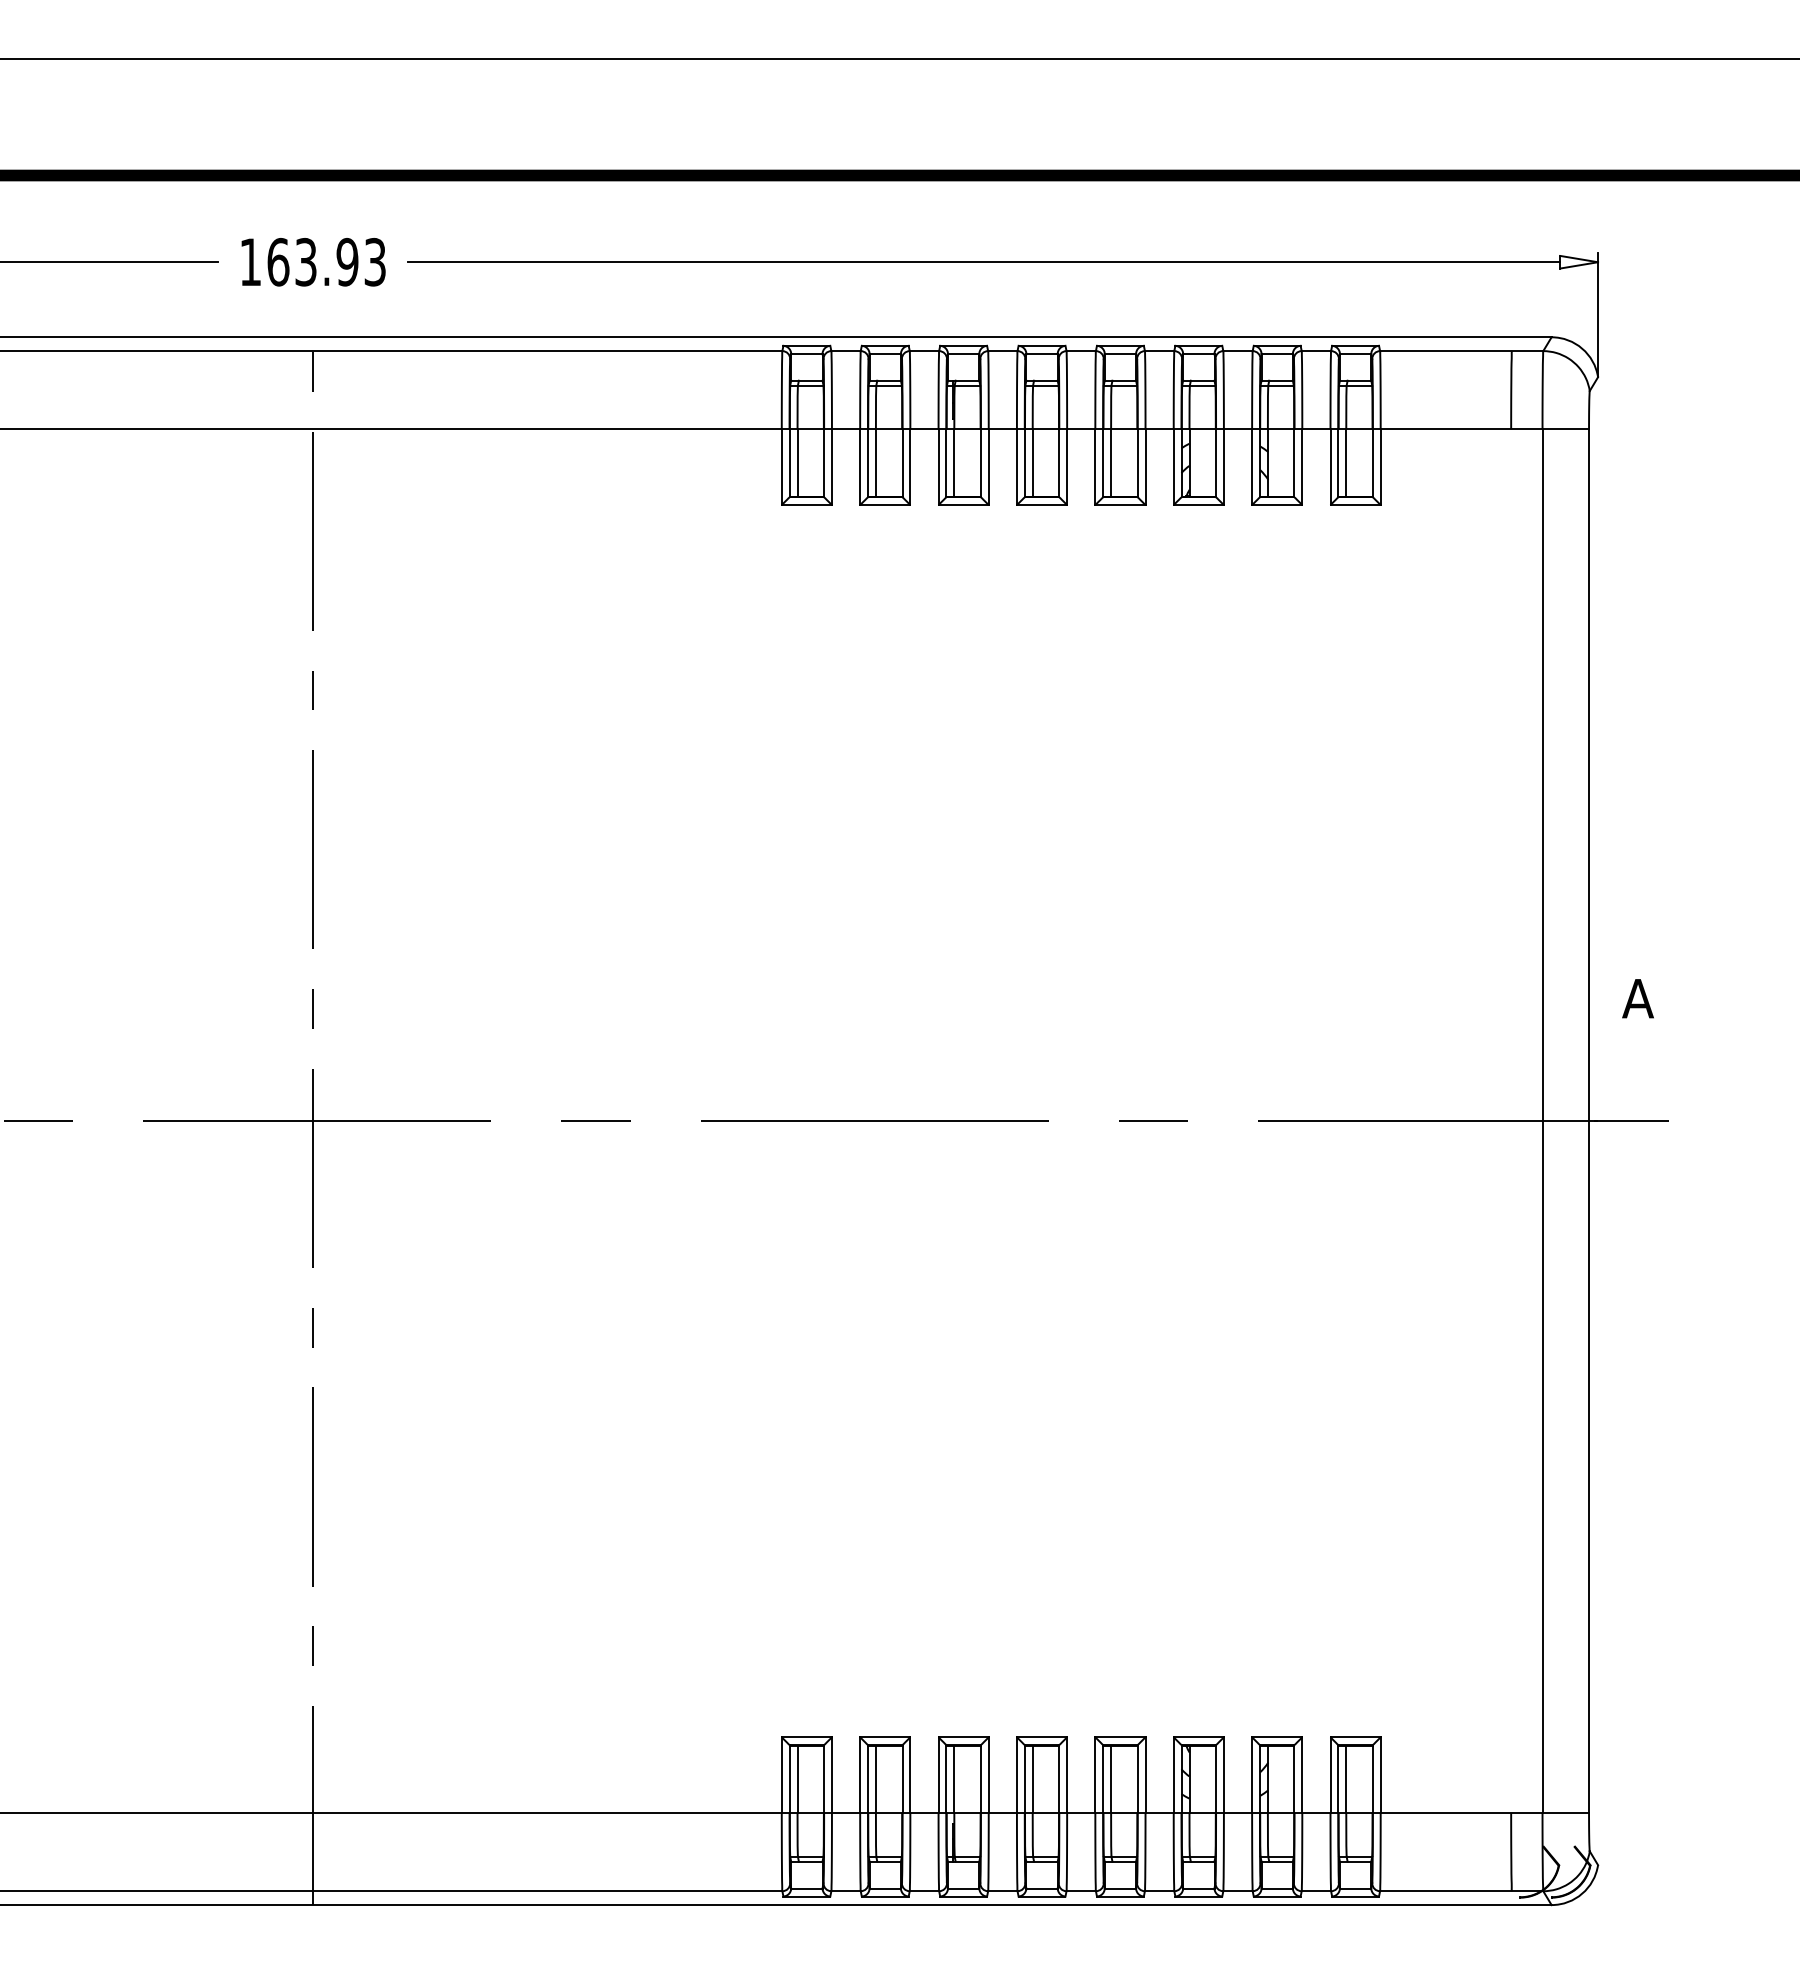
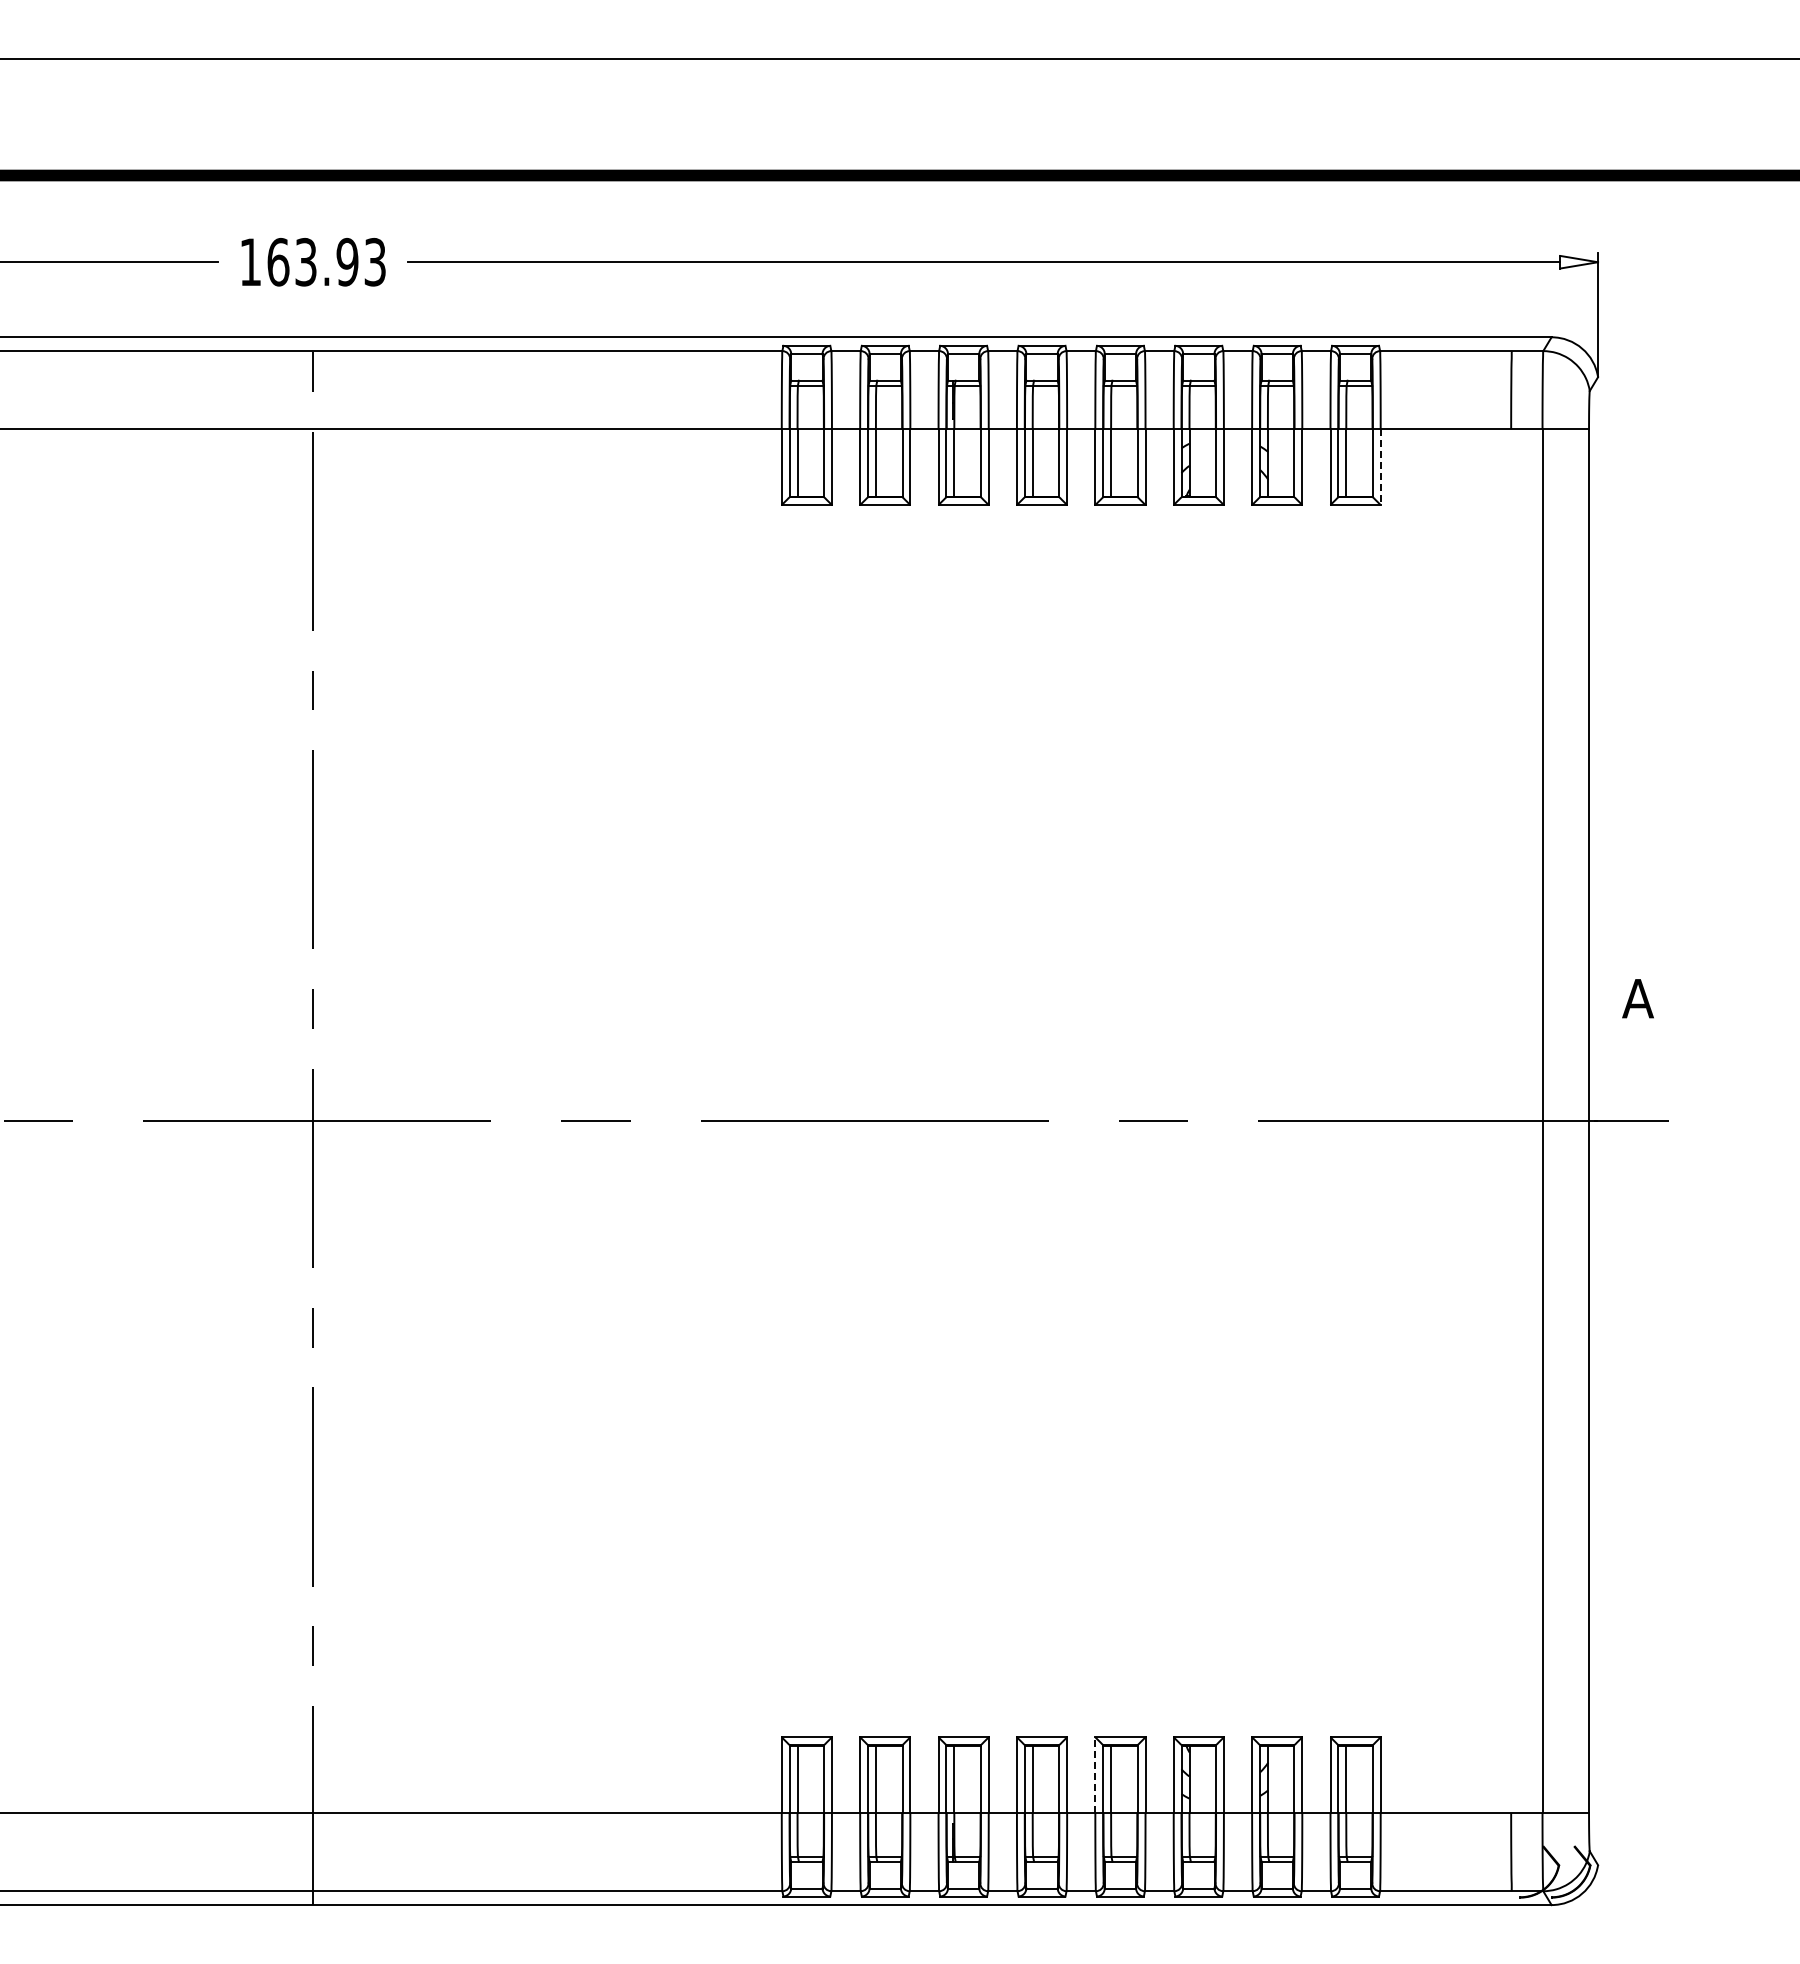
line at (1380, 467): solid -> dashed
line at (1095, 1775): solid -> dashed
